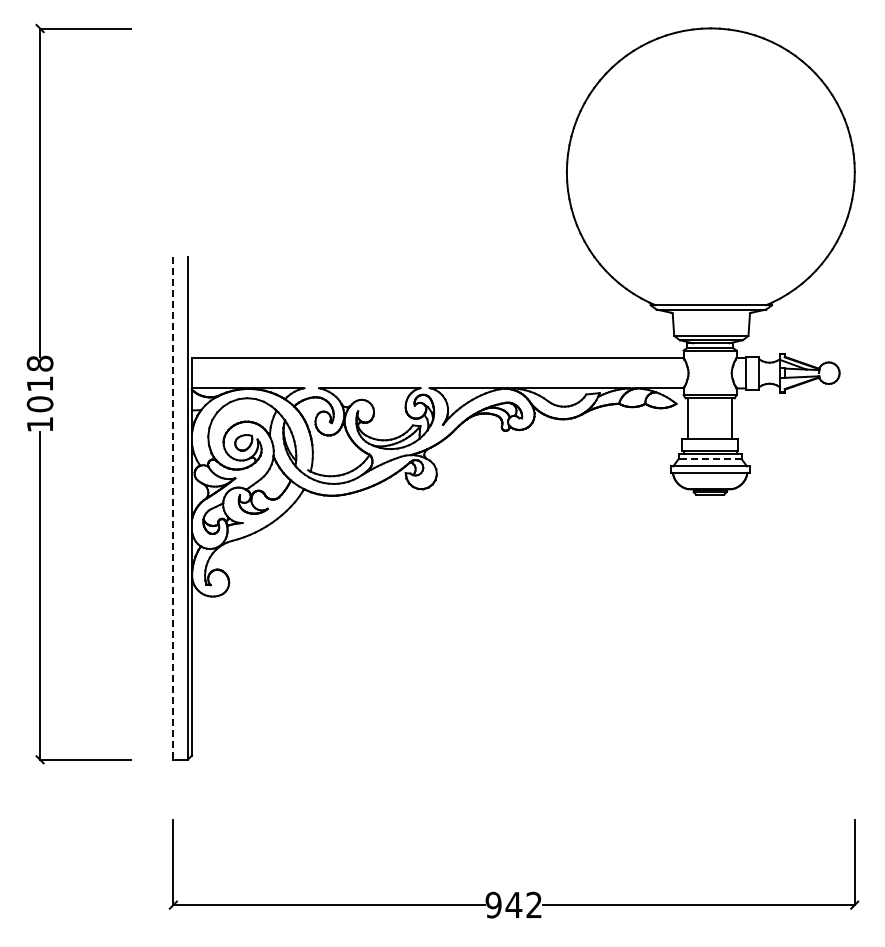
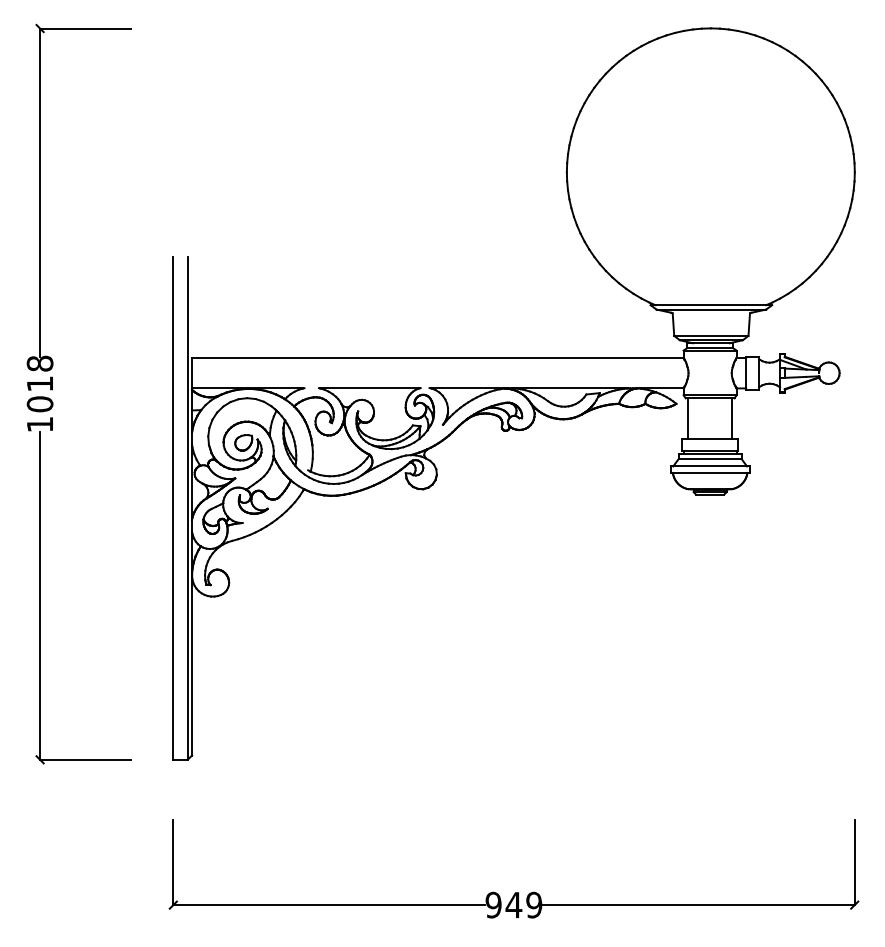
line at (710, 459): dashed -> solid
line at (173, 508): dashed -> solid
text at (534, 905): 942 -> 949
